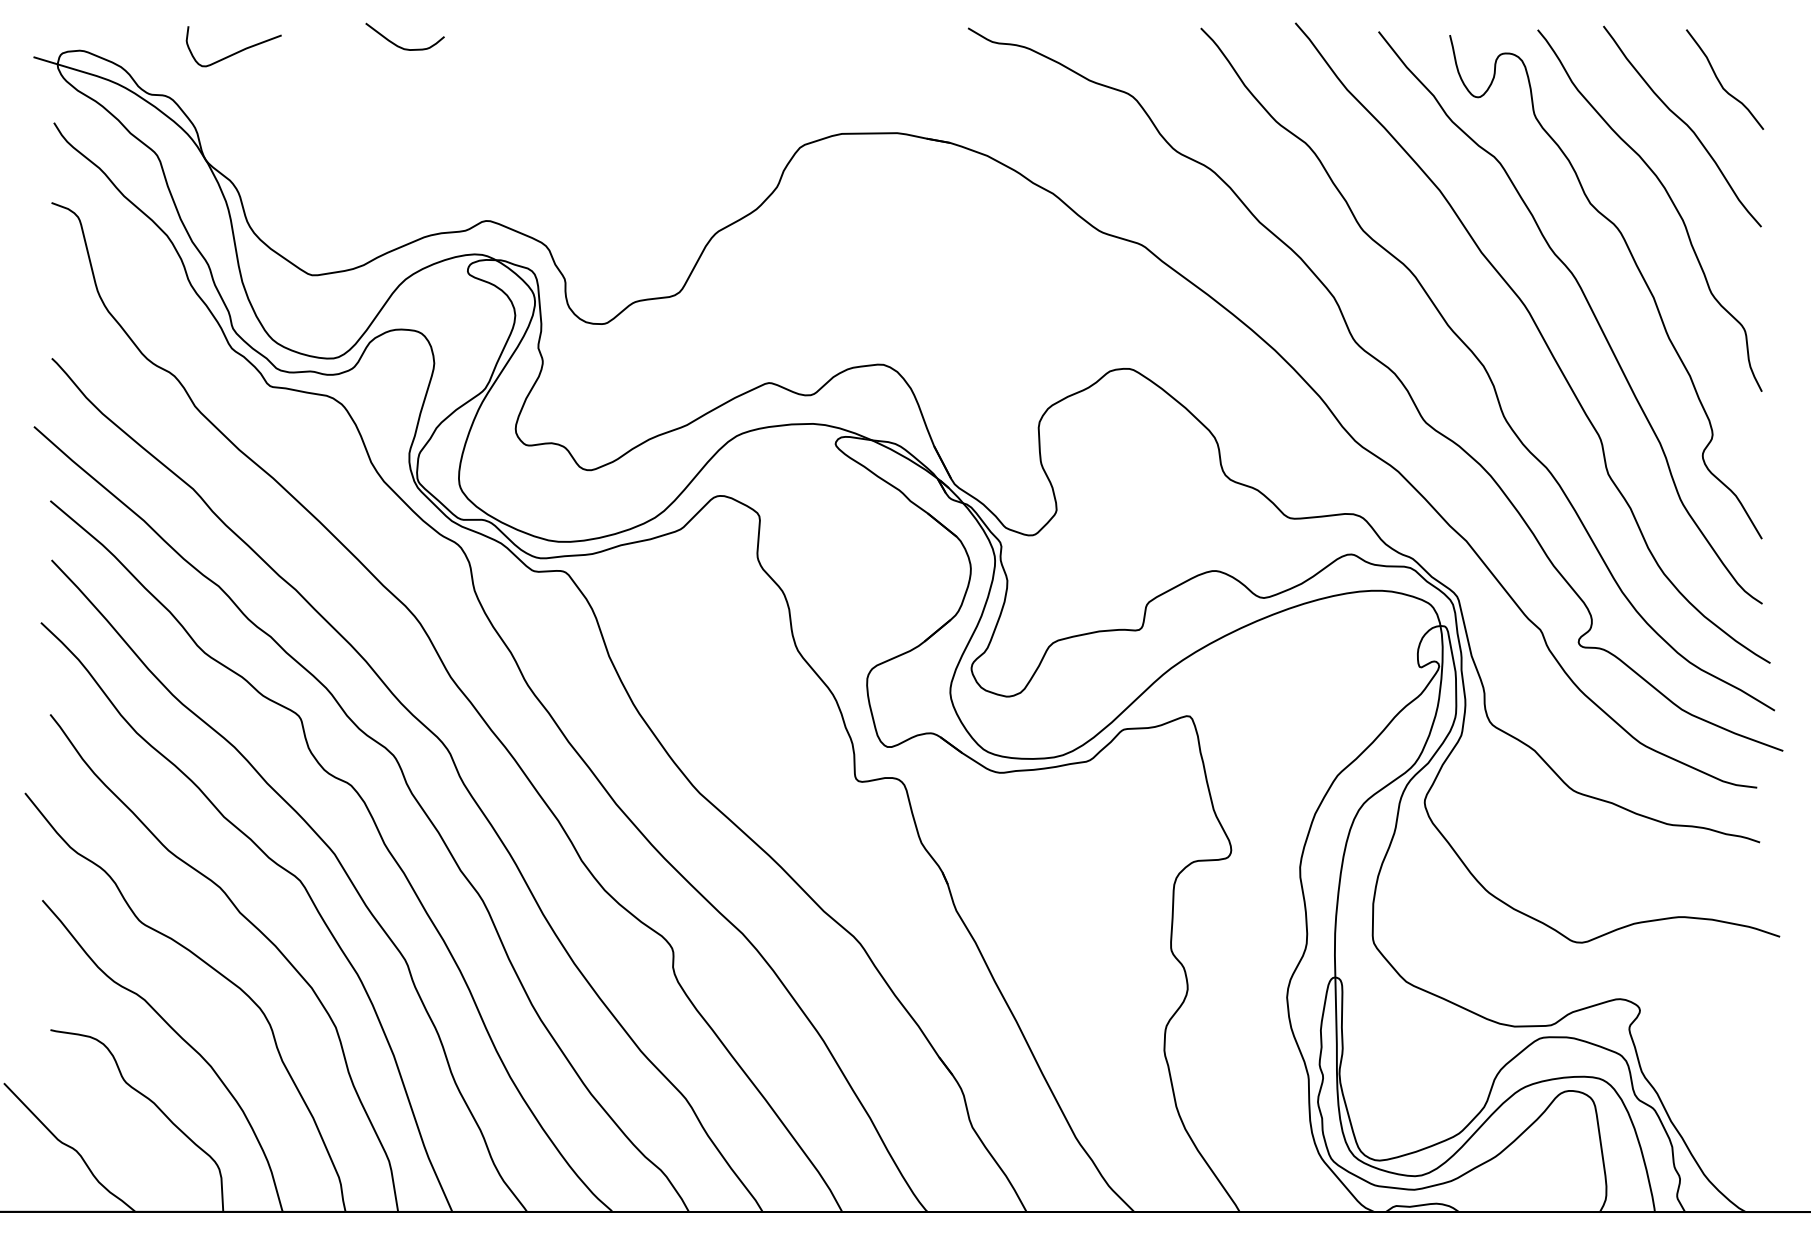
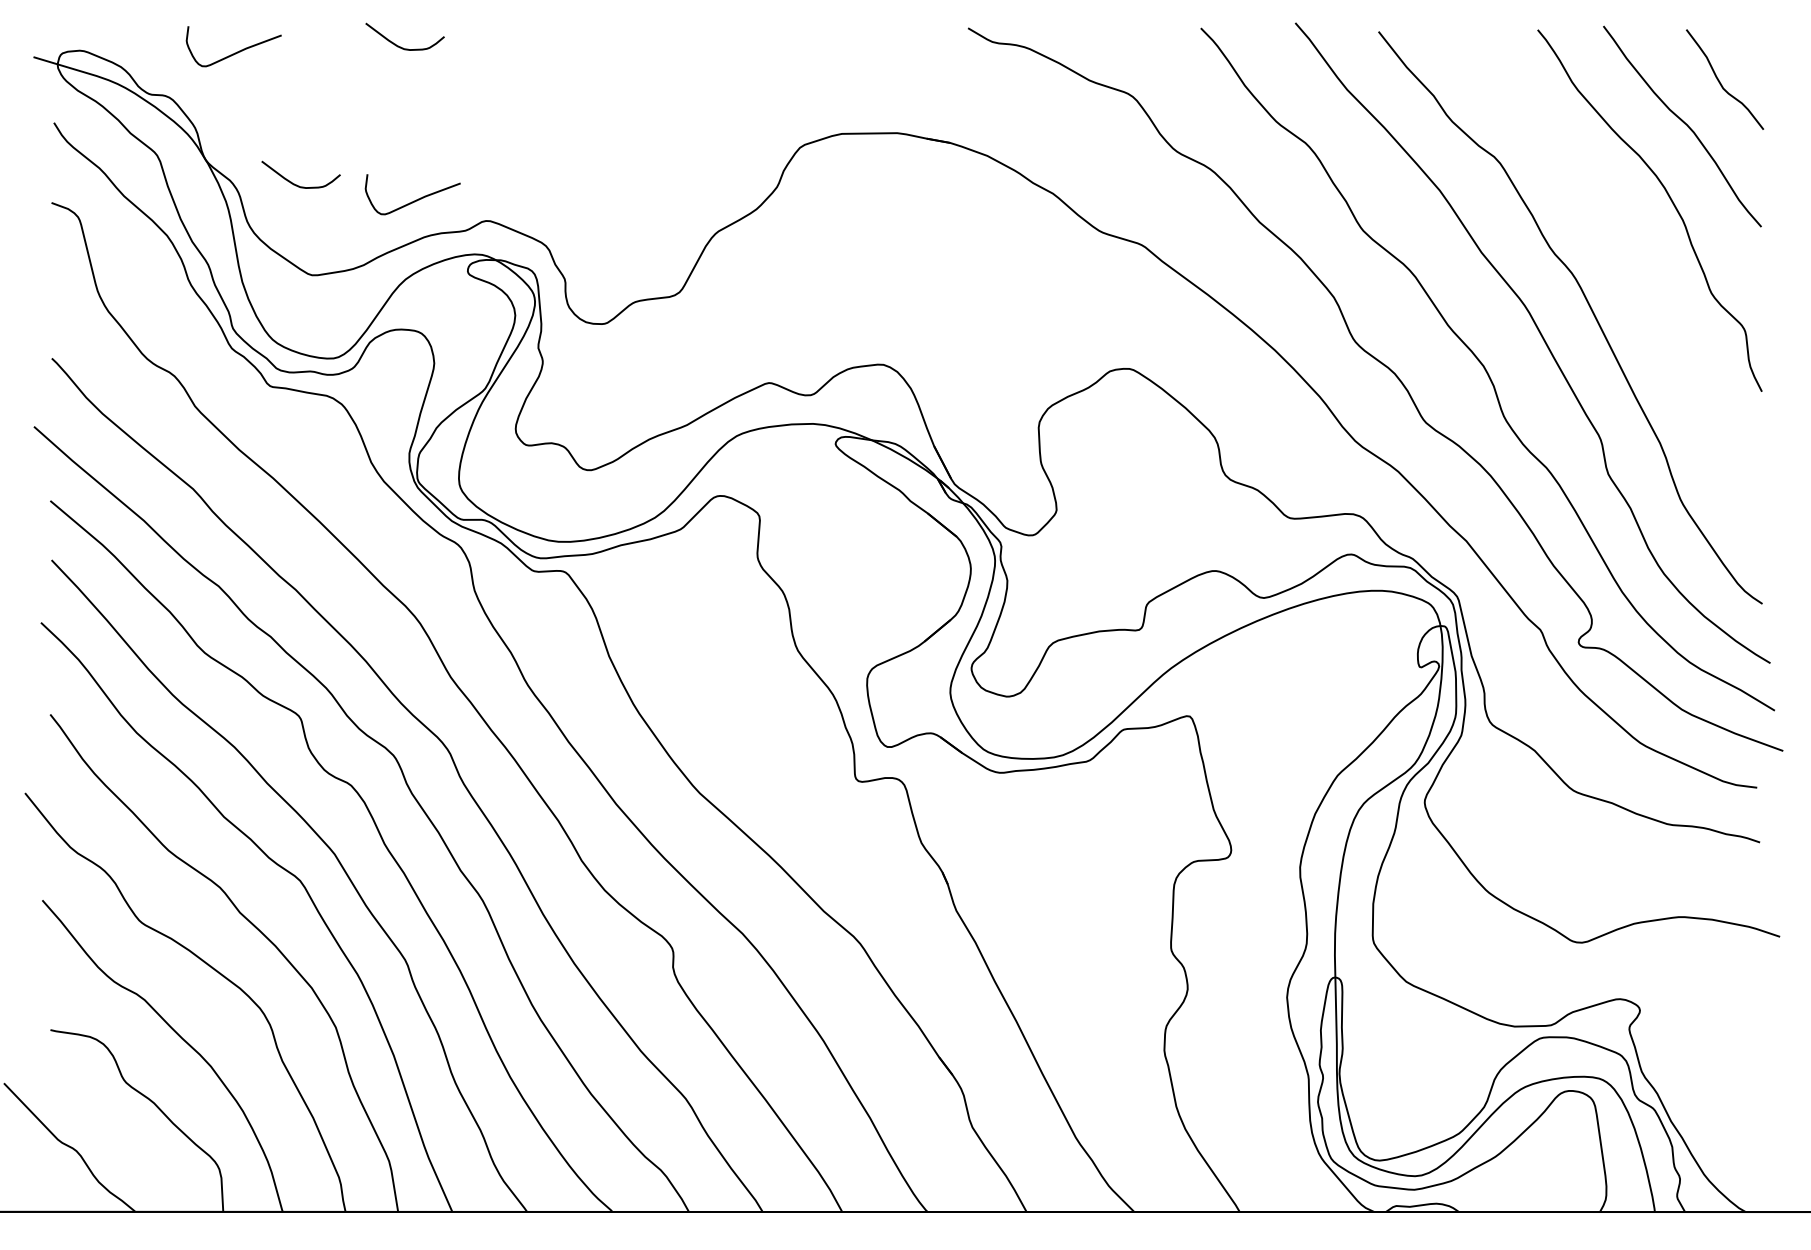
curve at (296, 184): none -> present
curve at (414, 200): none -> present
curve at (1638, 271): present -> none
